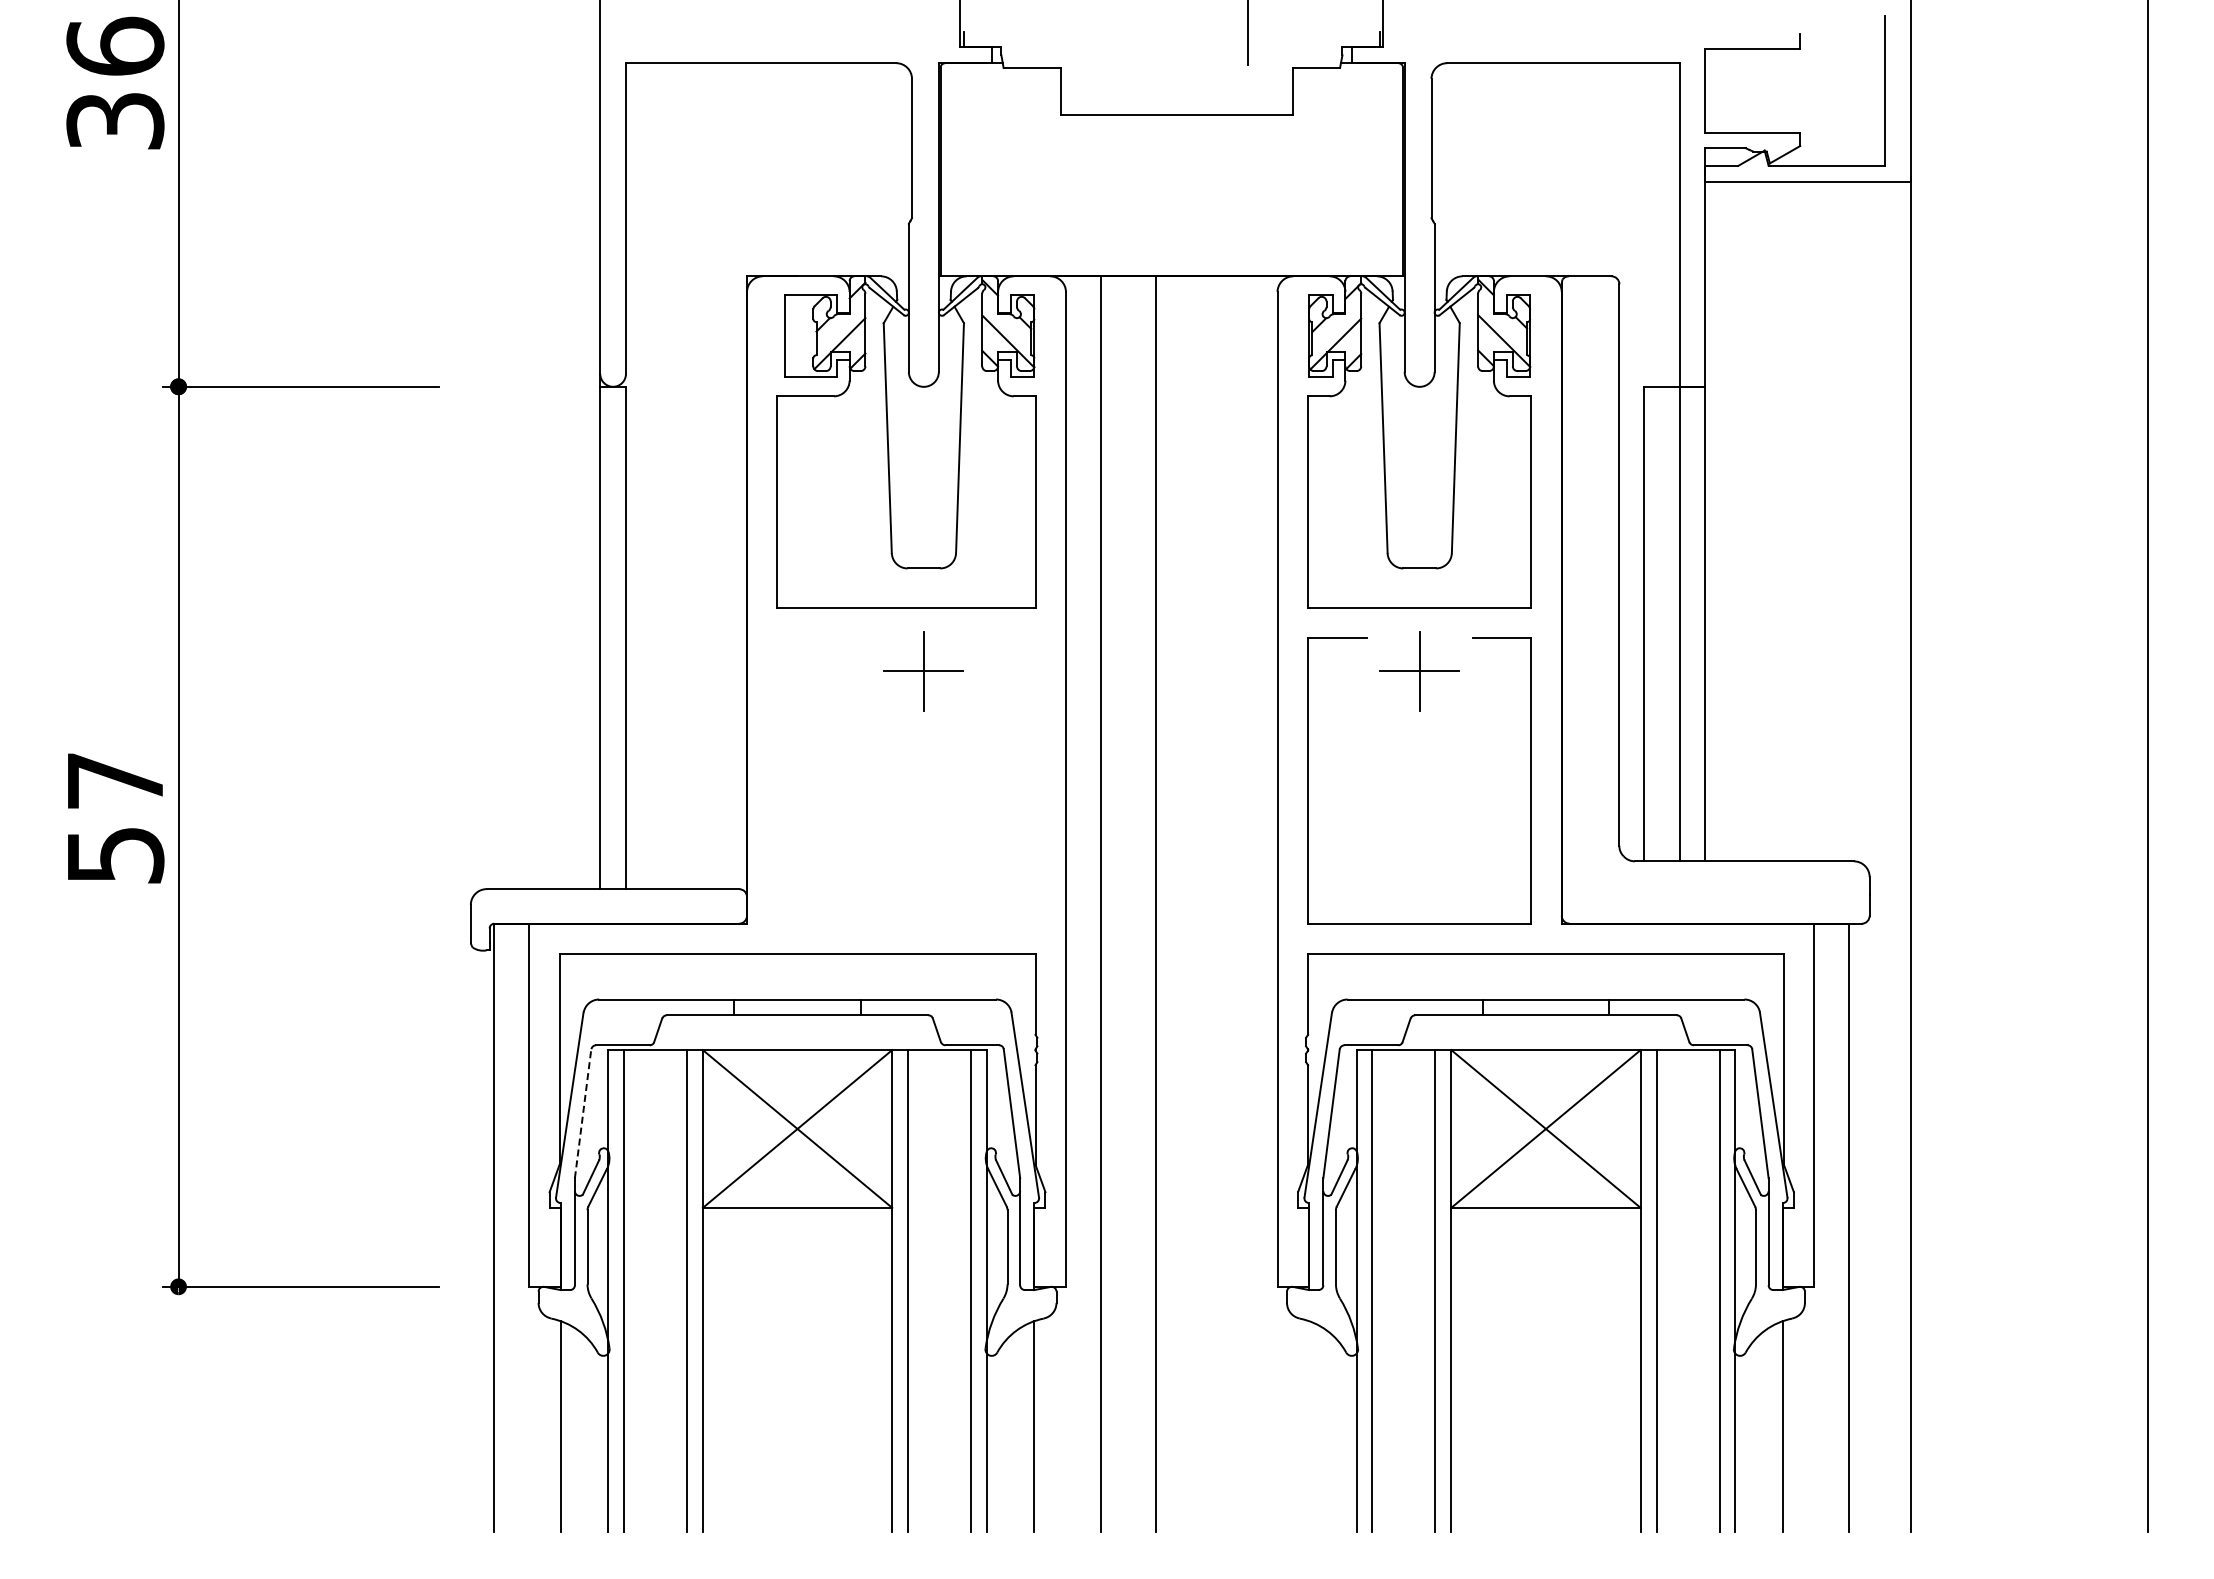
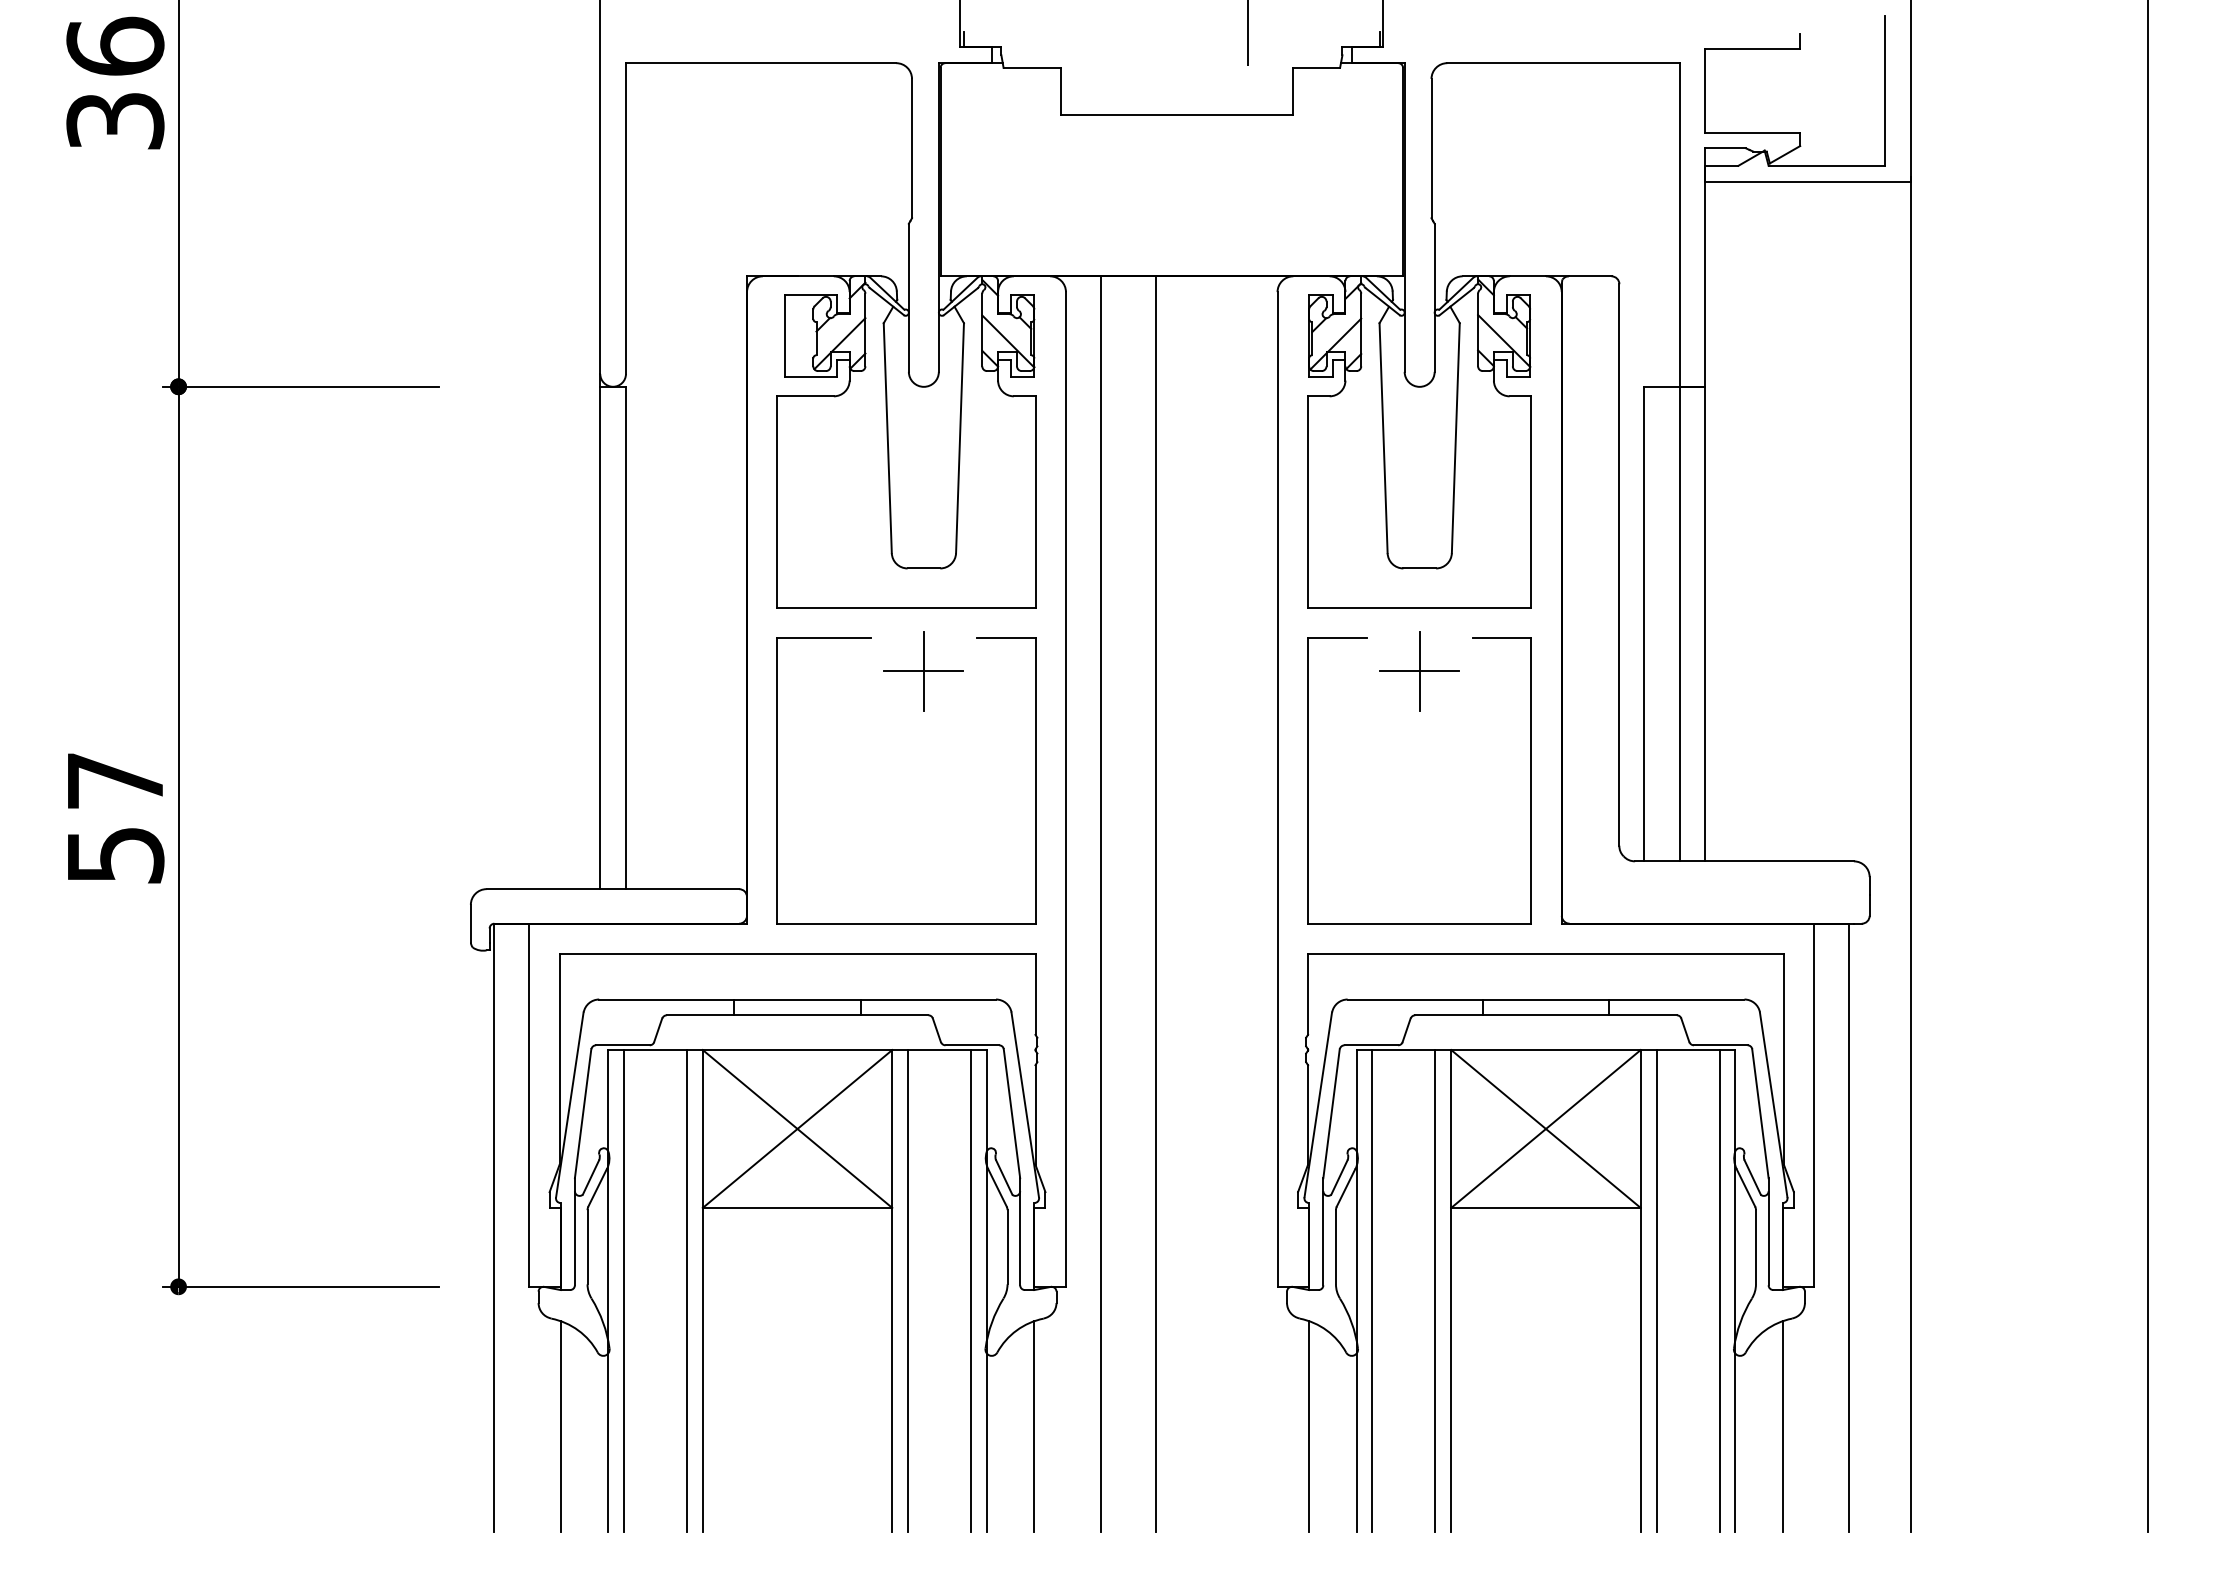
part at (777, 780): none -> present
line at (583, 1113): dashed -> solid
line at (1309, 1426): none -> present
